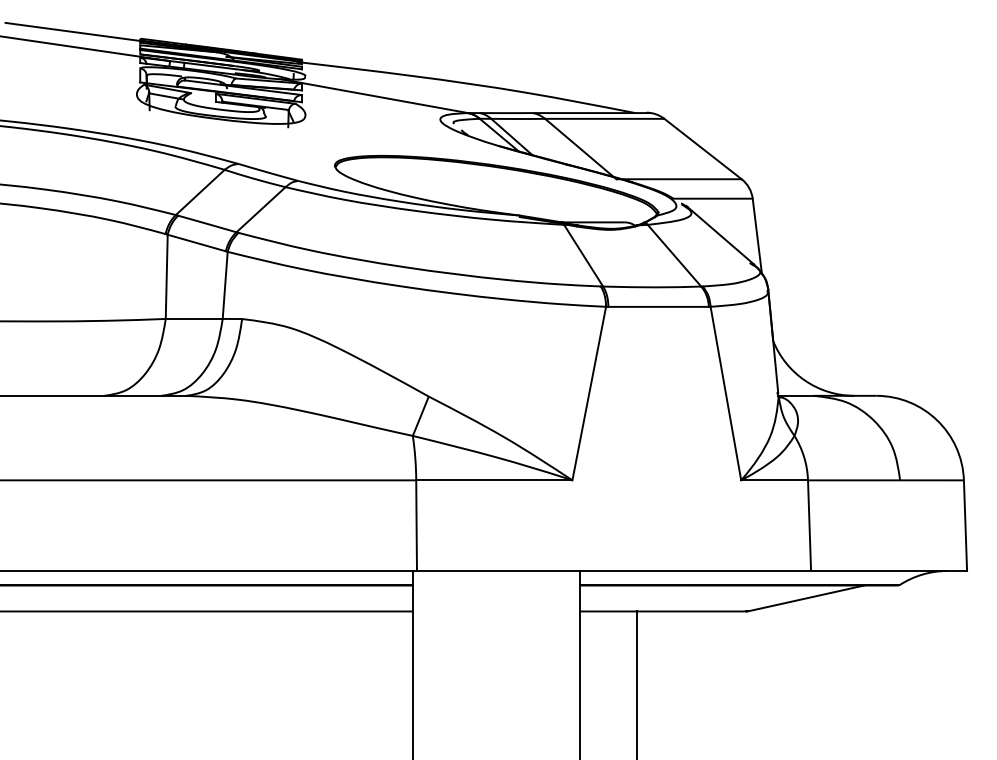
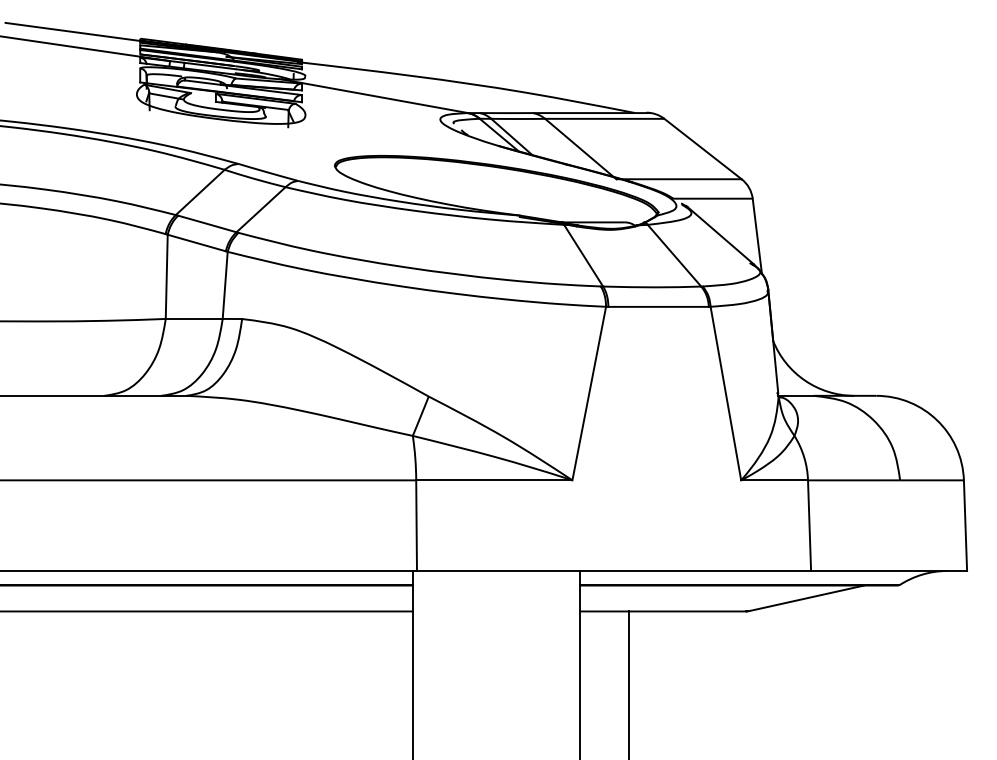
line at (636, 683) position: (636, 683) -> (628, 683)
